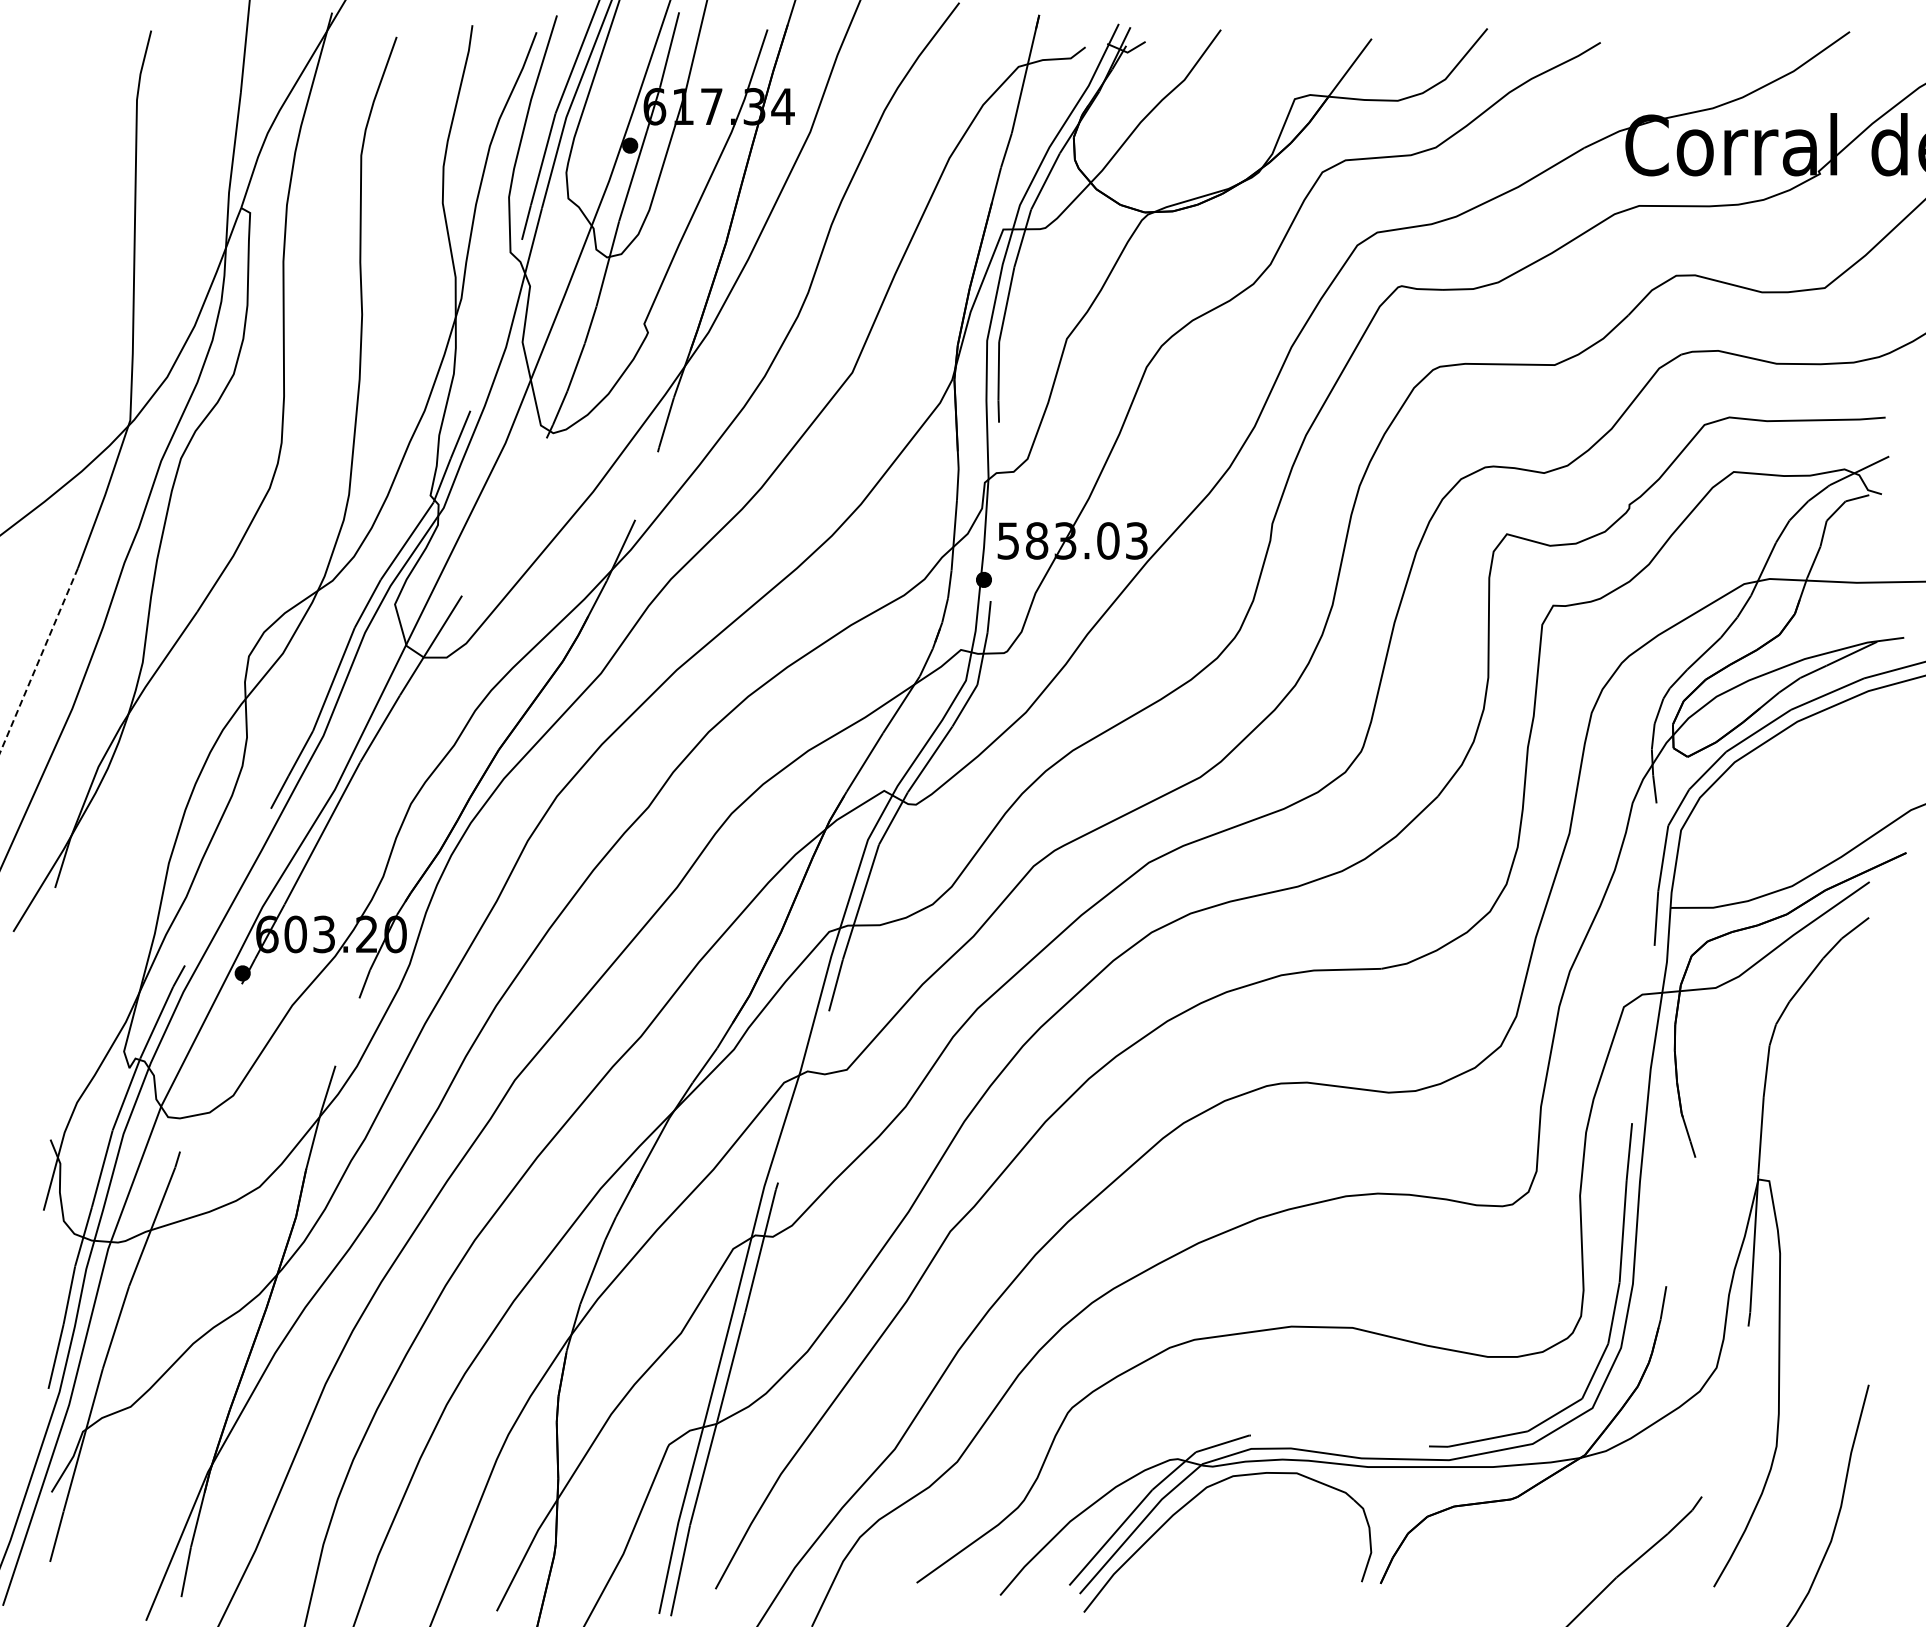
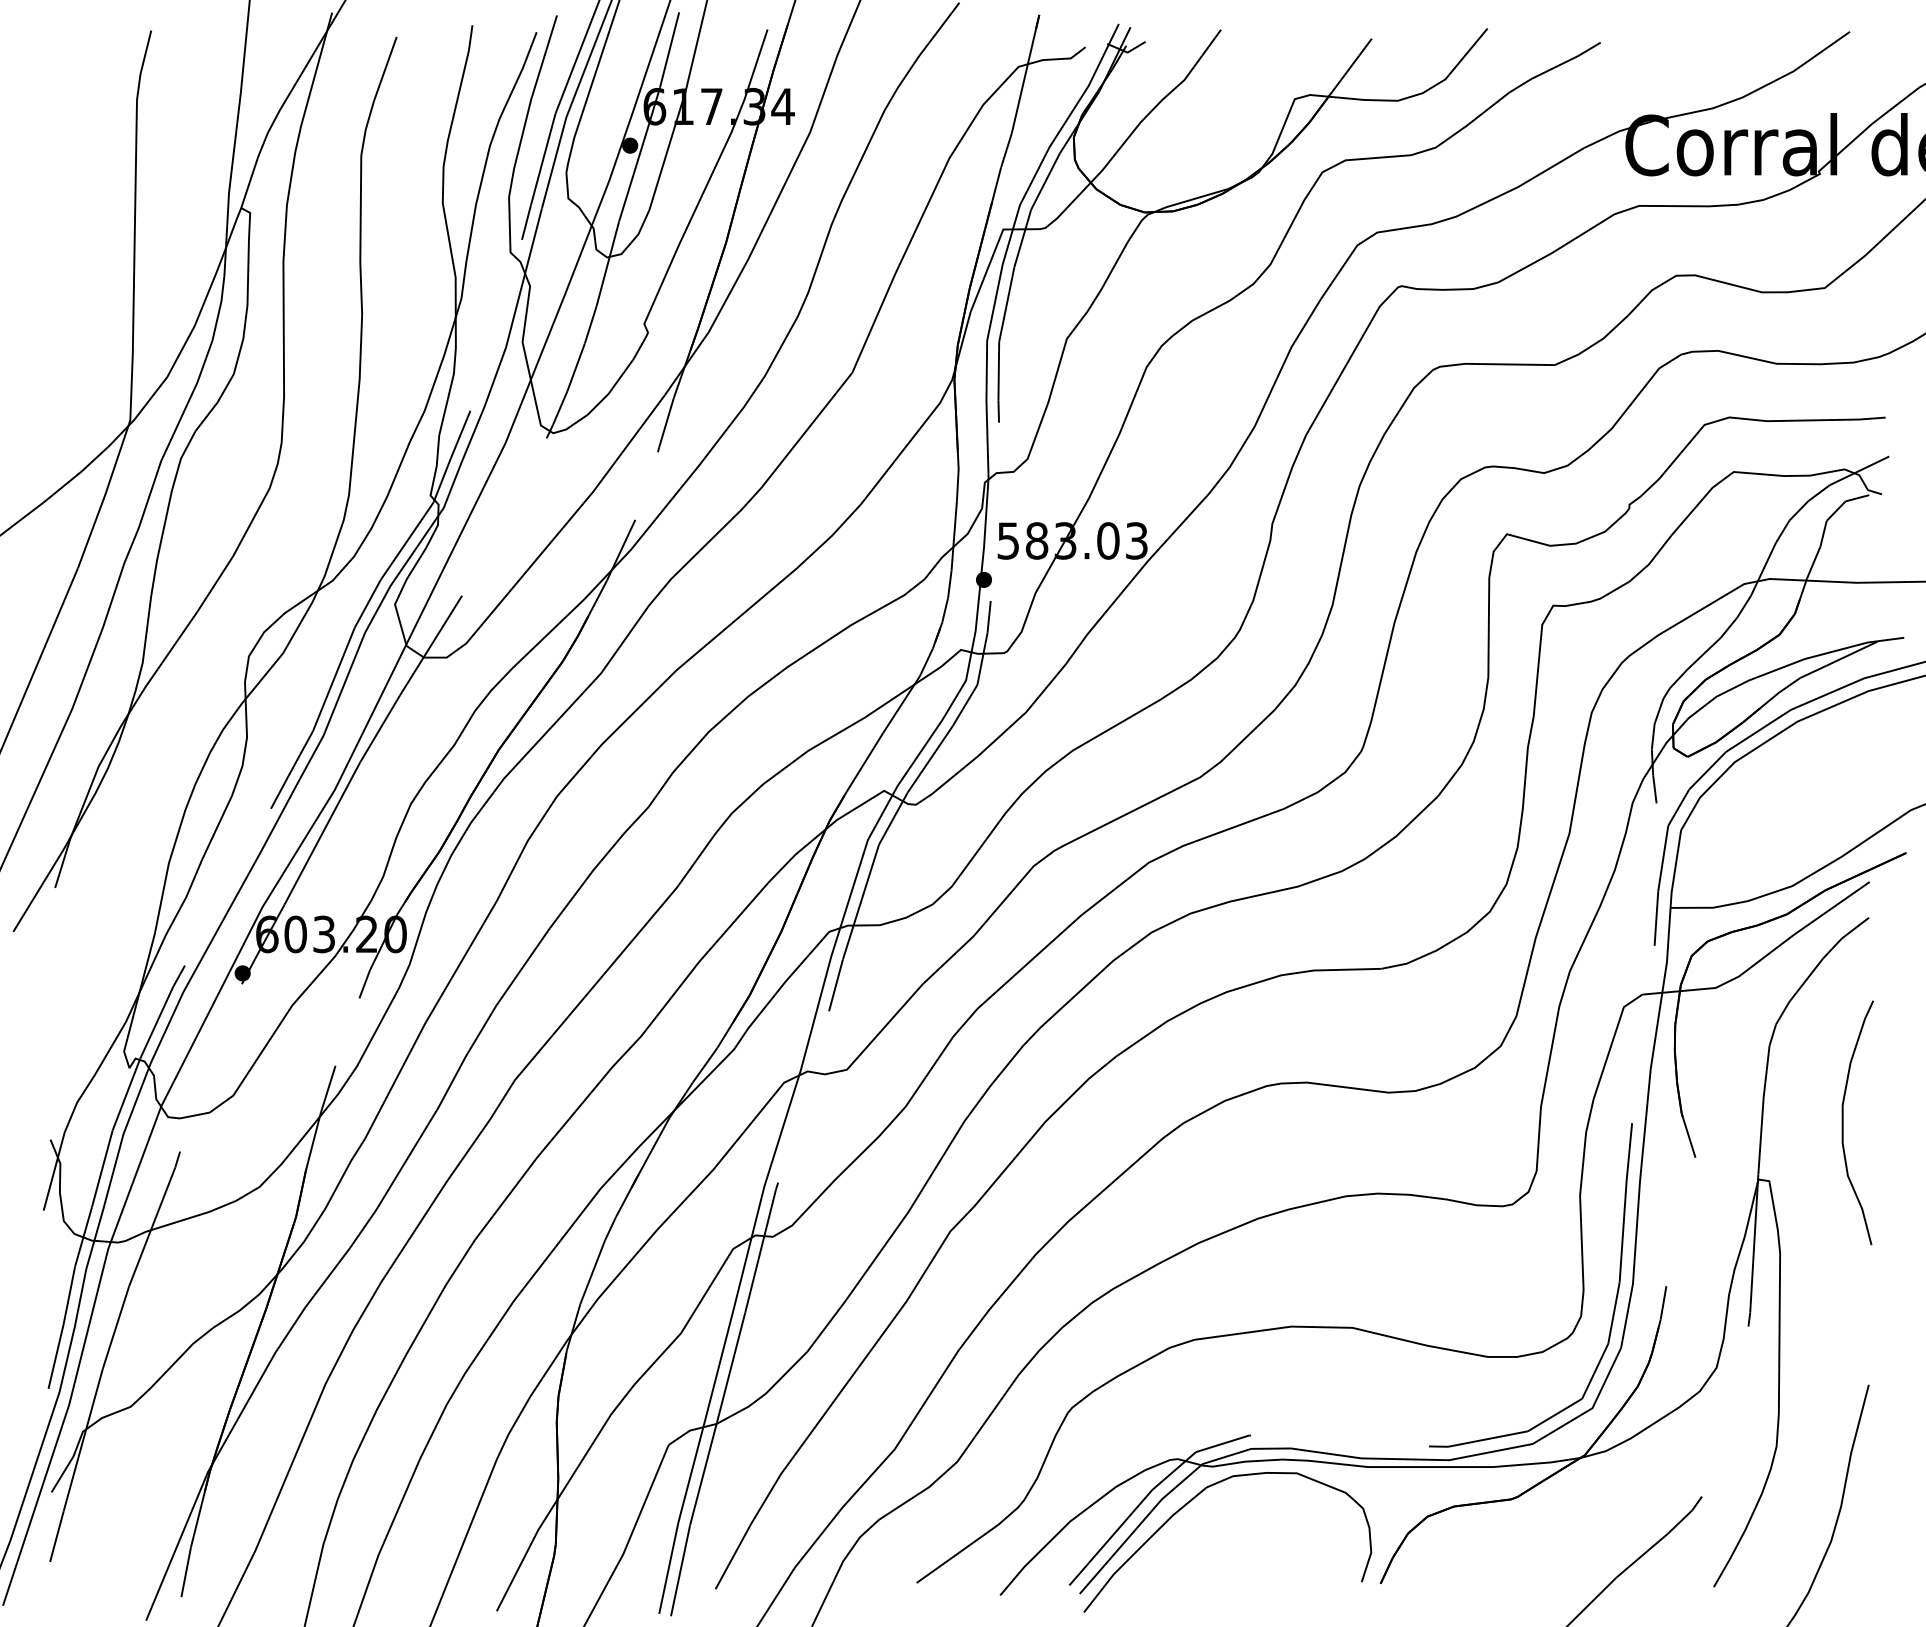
line at (39, 660): dashed -> solid
curve at (1843, 1122): none -> present
